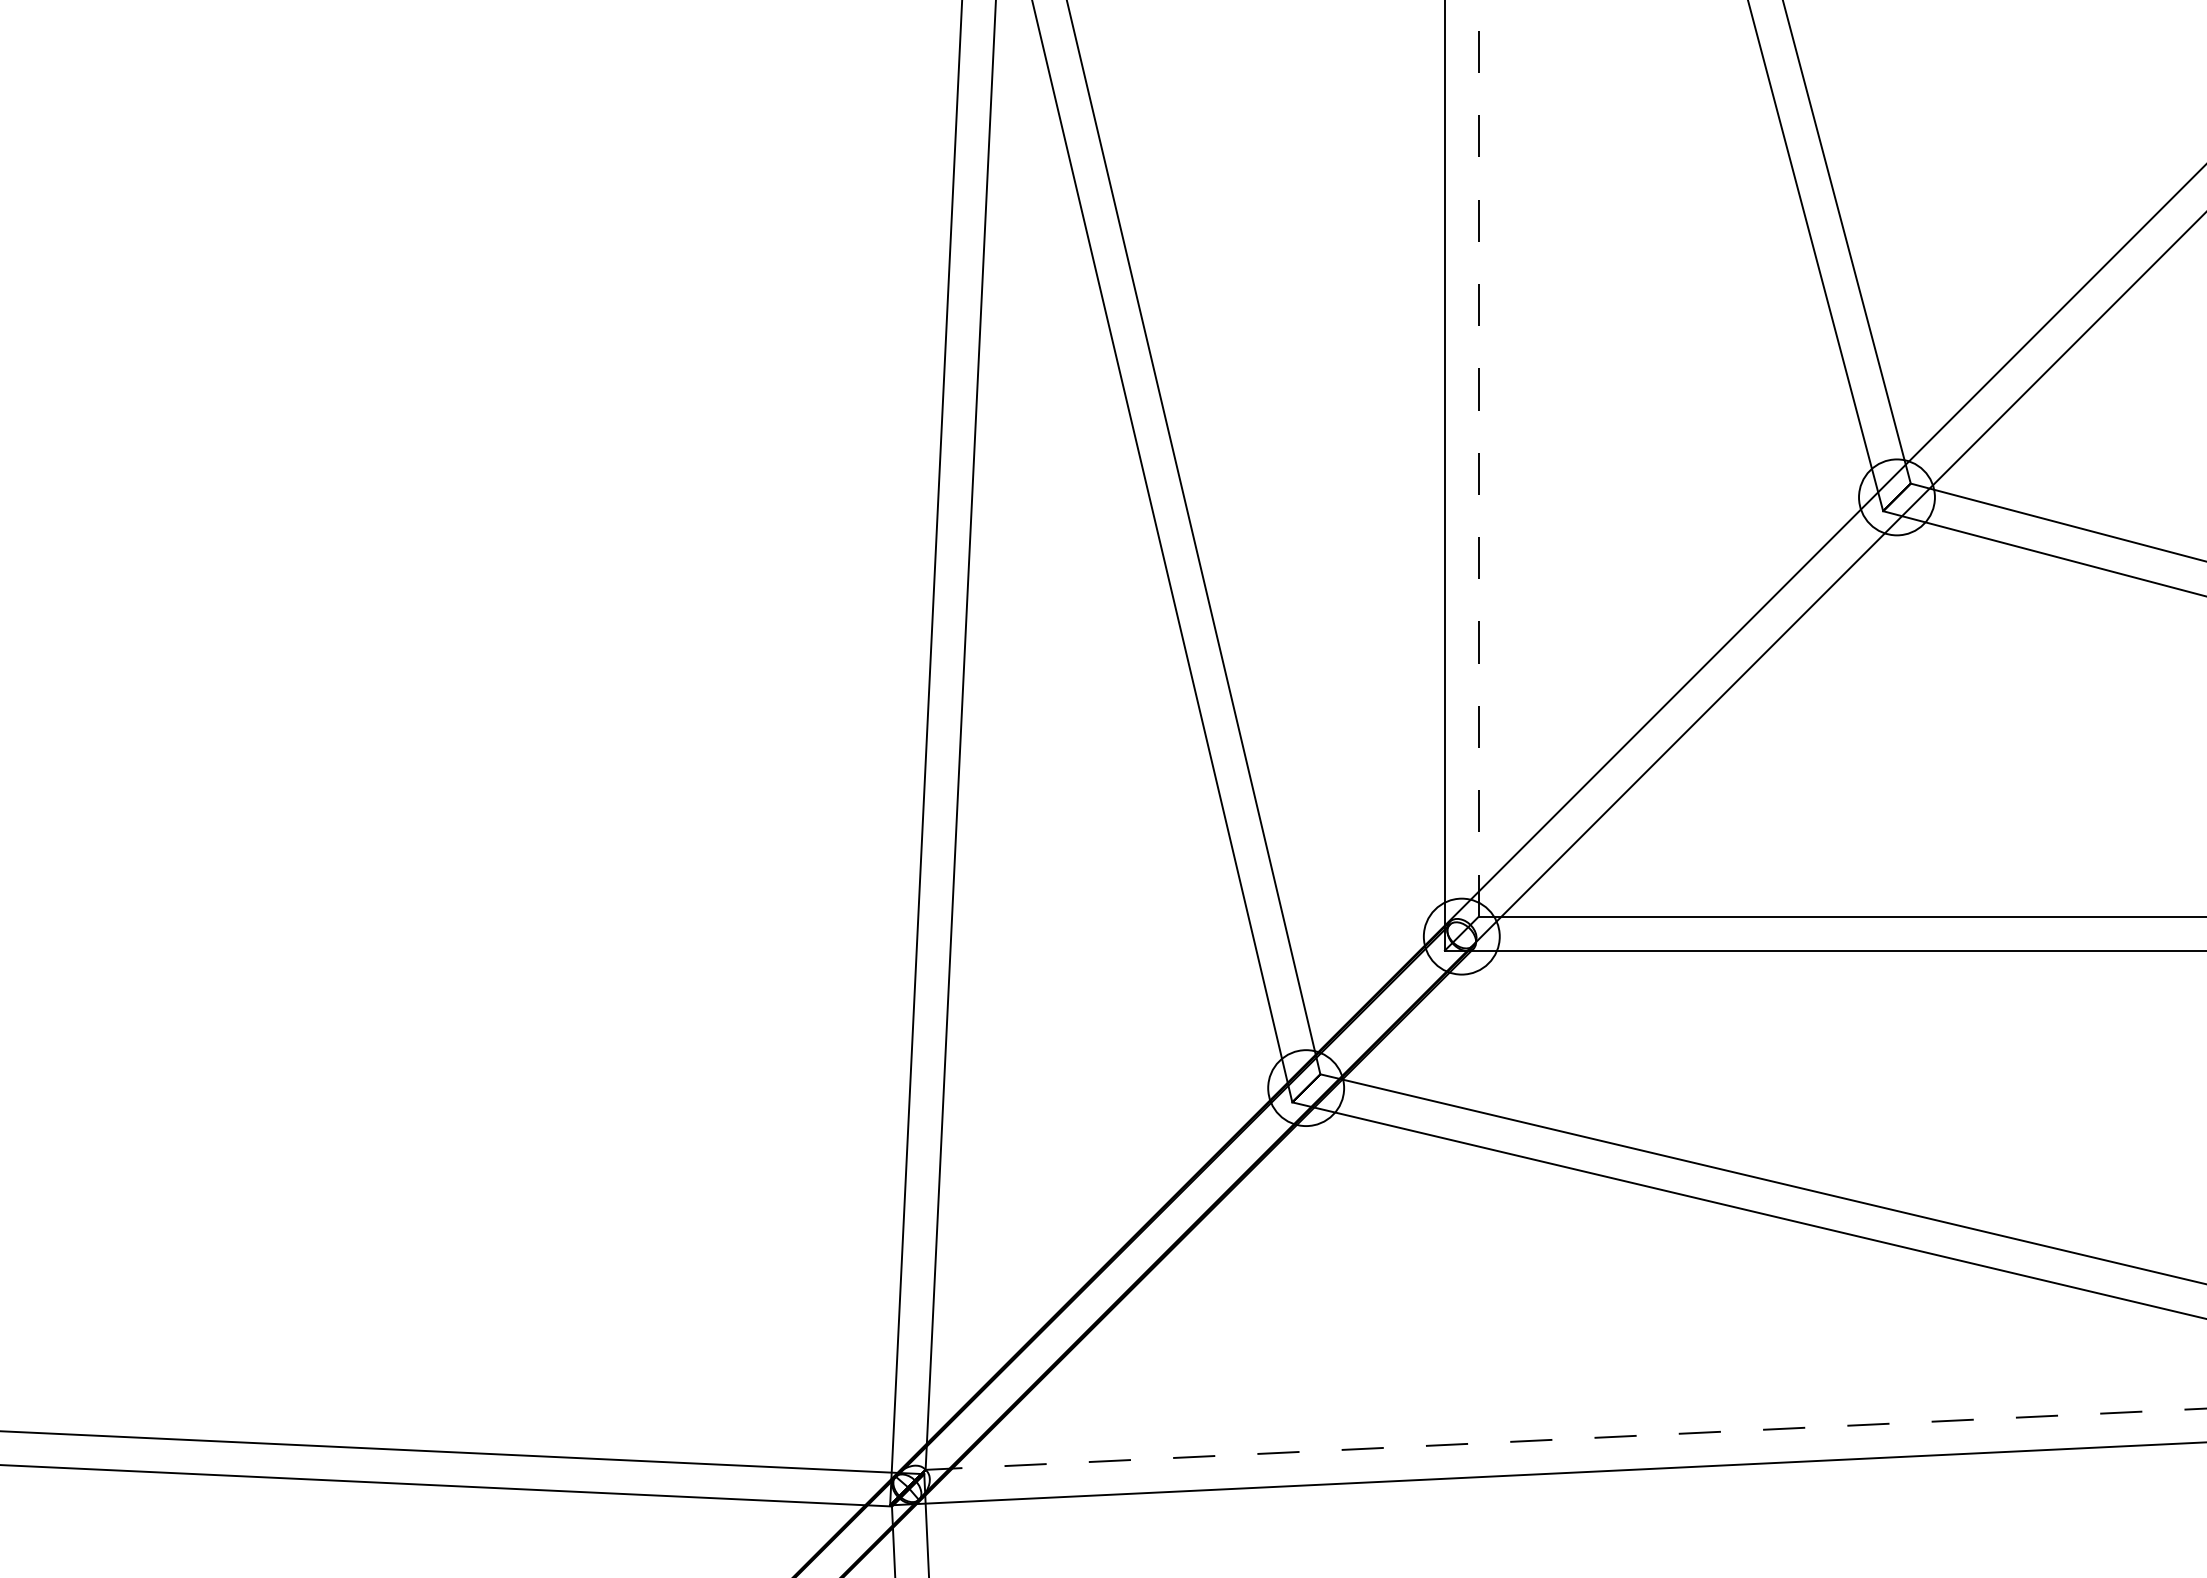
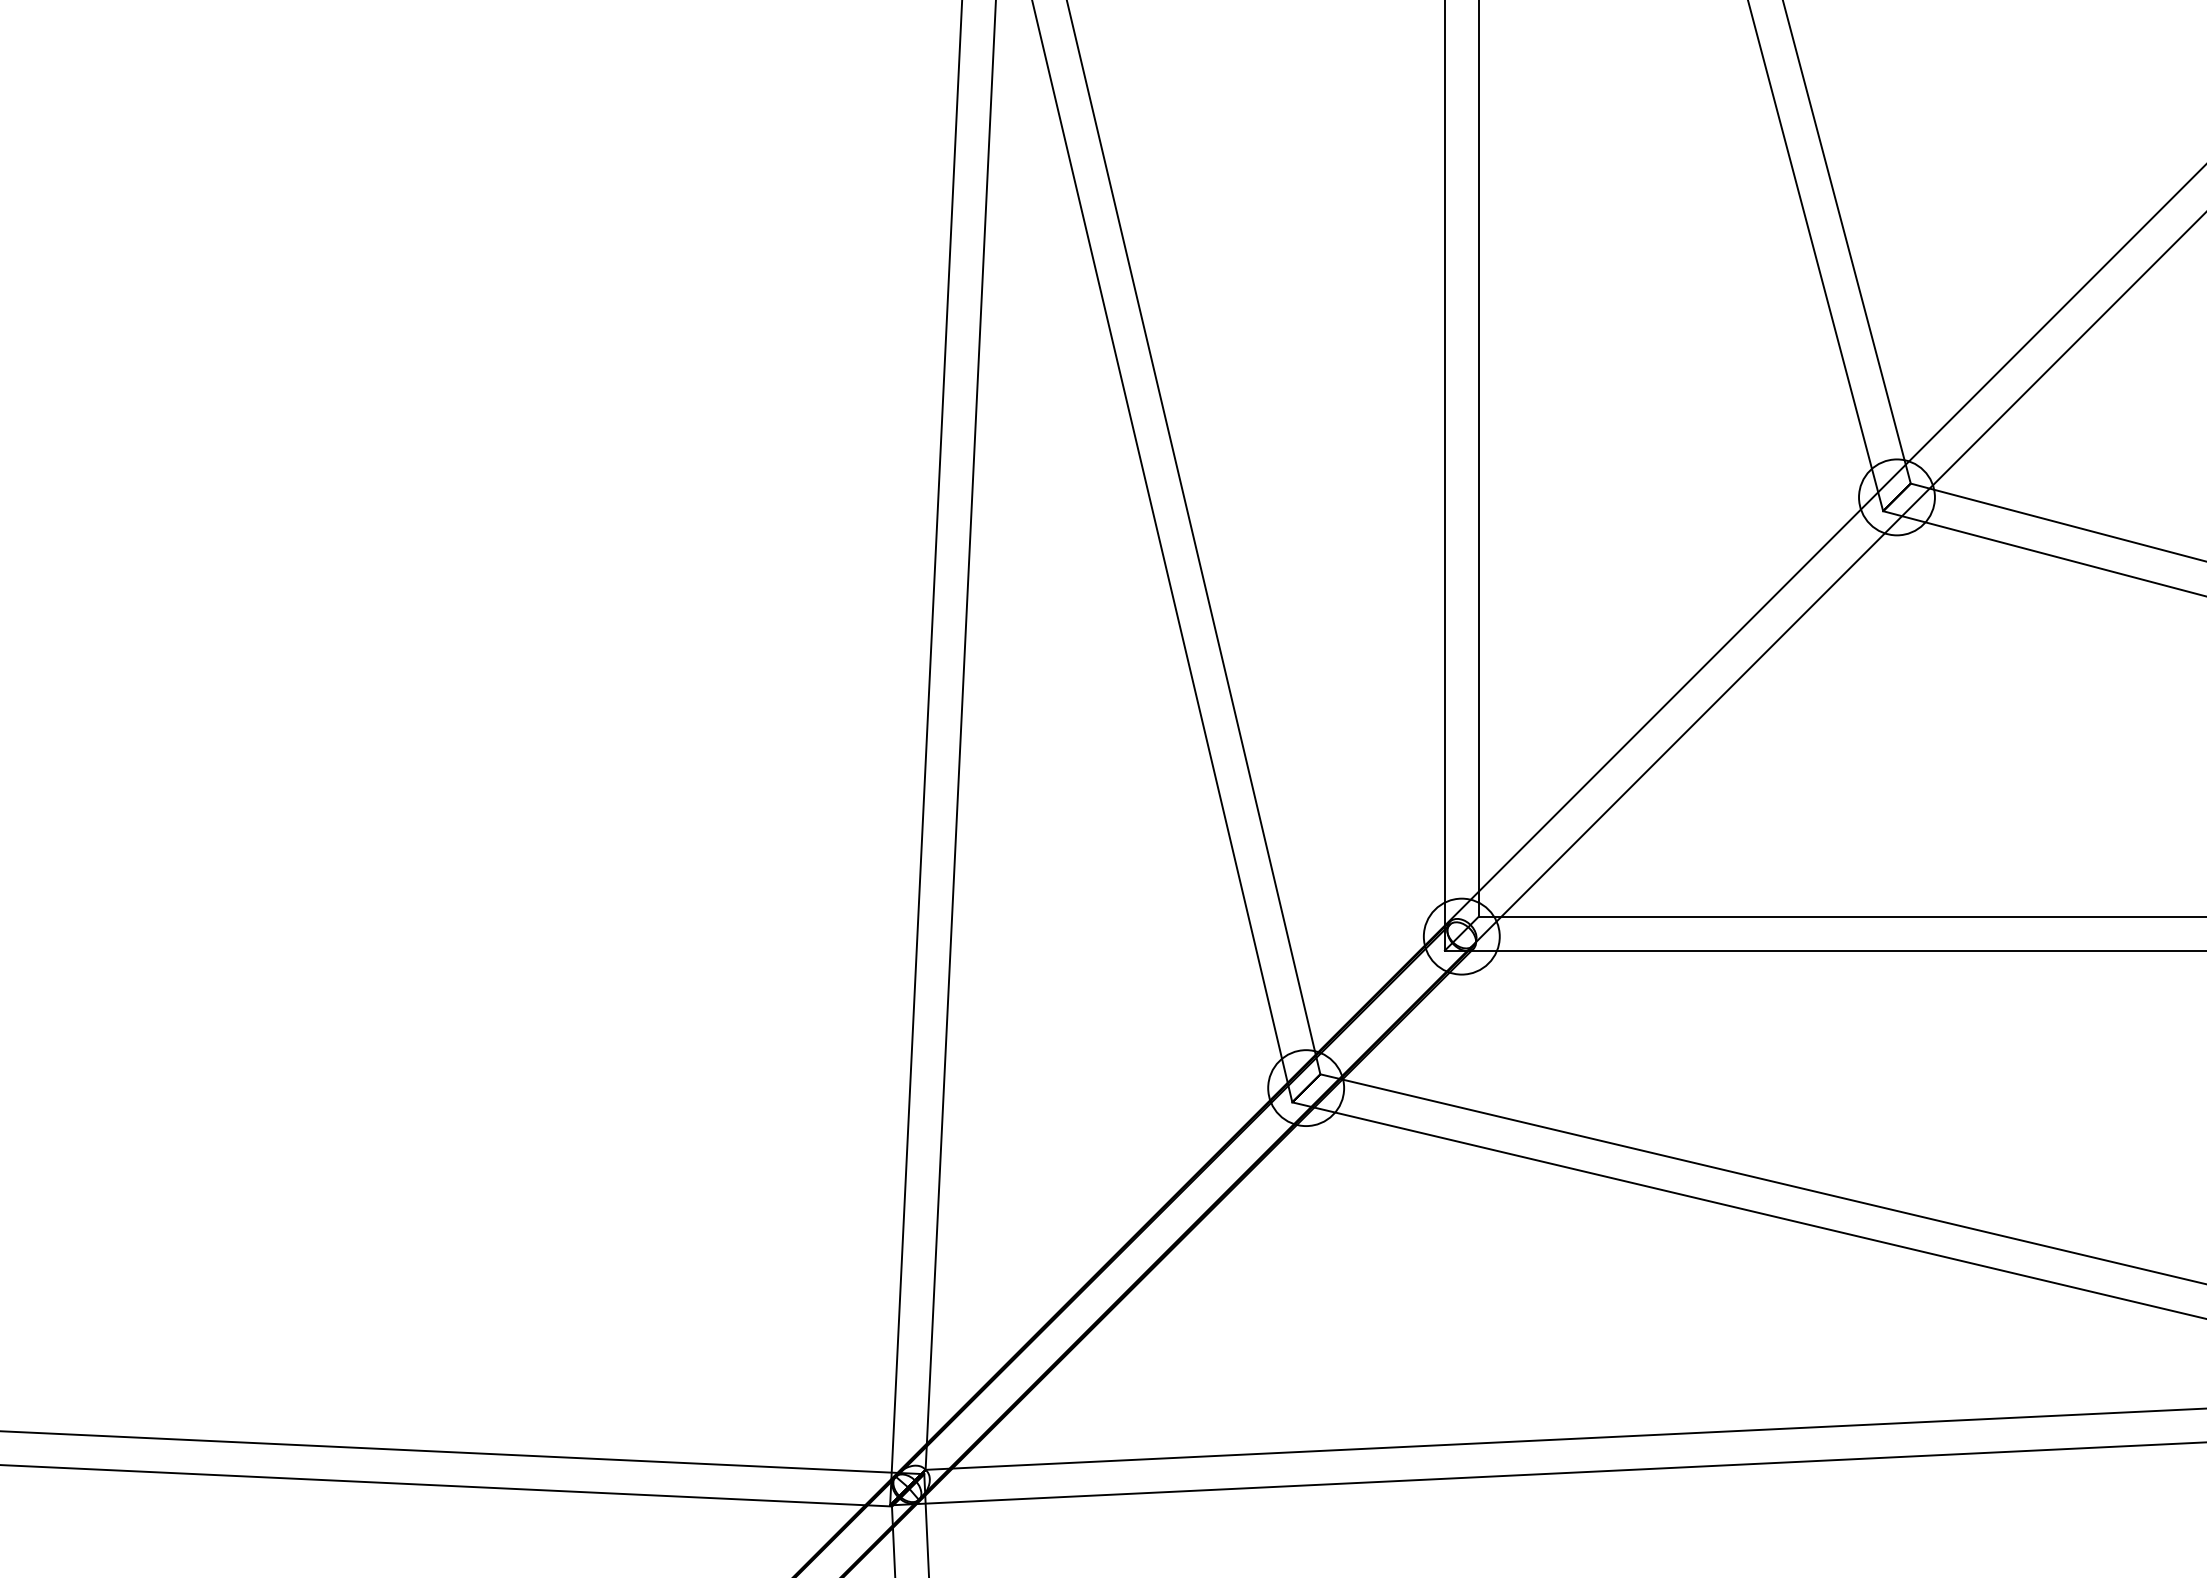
line at (1478, 458): dashed -> solid
line at (1565, 1439): dashed -> solid
